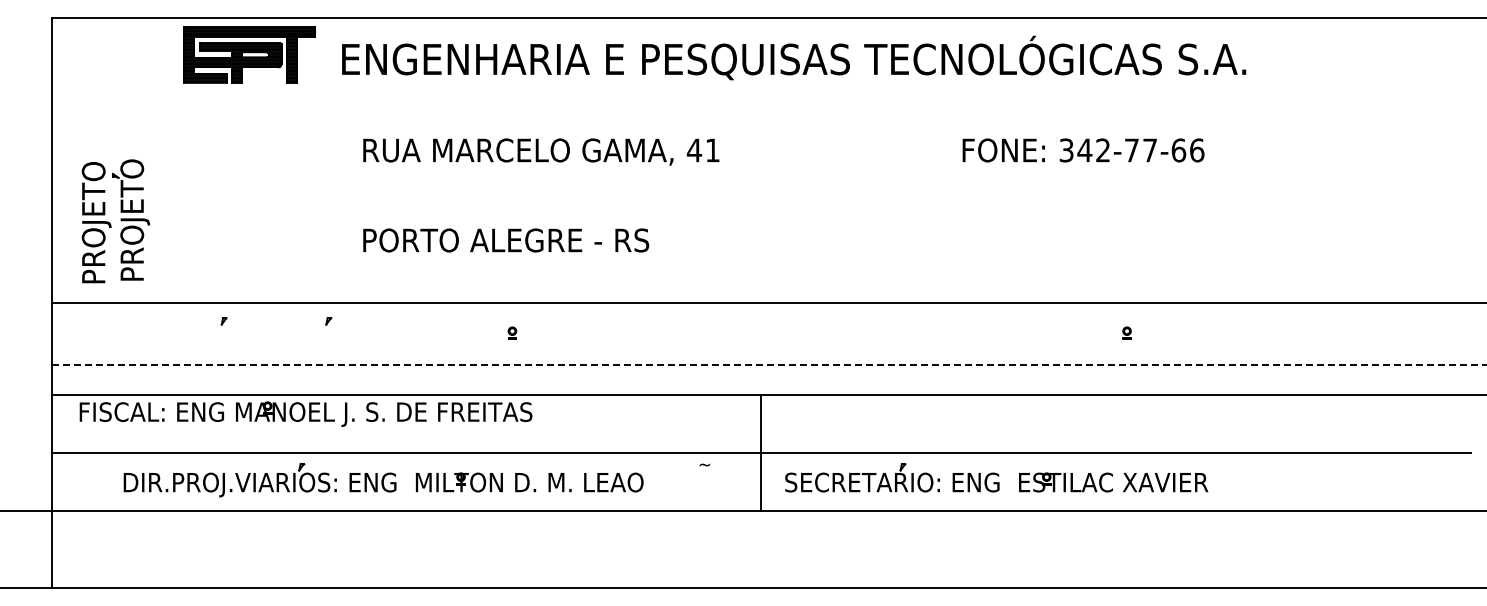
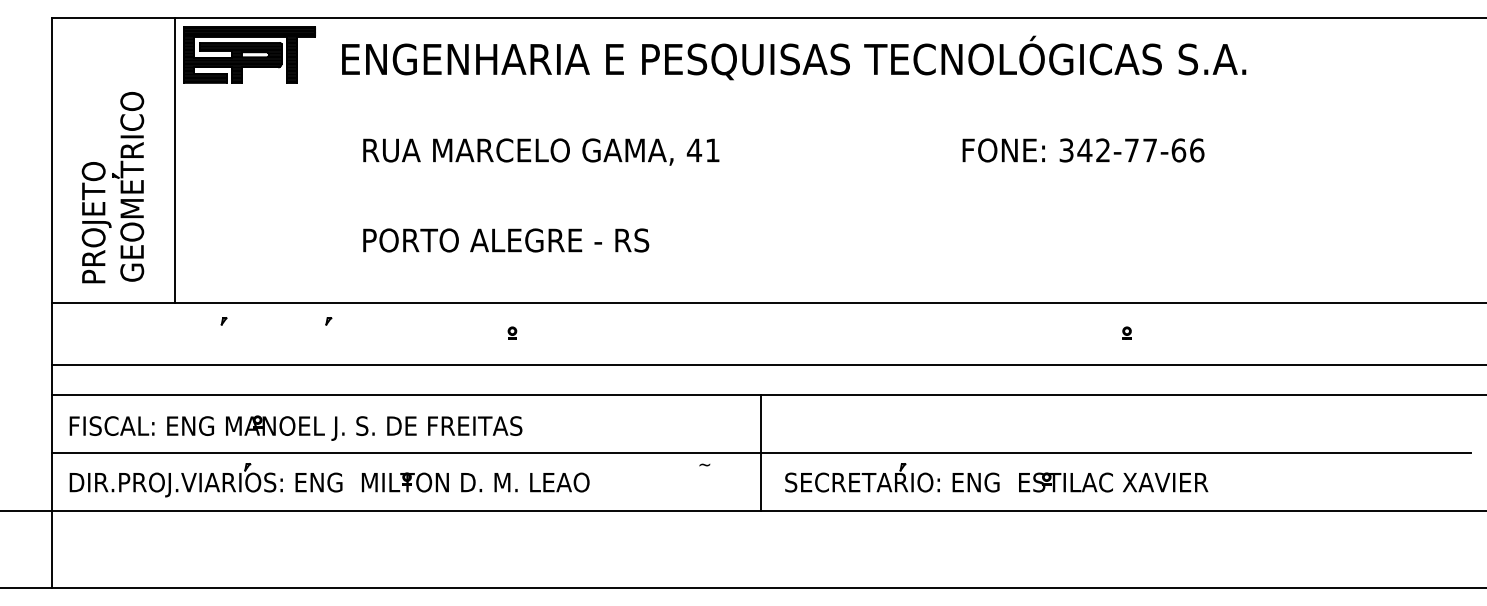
line at (174, 160): none -> present
text at (135, 186): PROJETO -> GEOMETRICO
line at (769, 364): dashed -> solid
part at (305, 413) position: (305, 413) -> (295, 427)
part at (383, 480) position: (383, 480) -> (329, 480)
